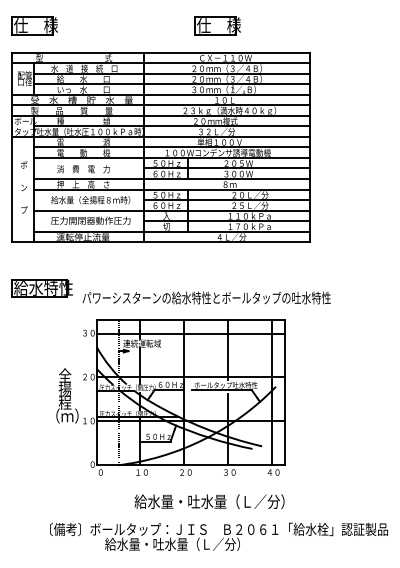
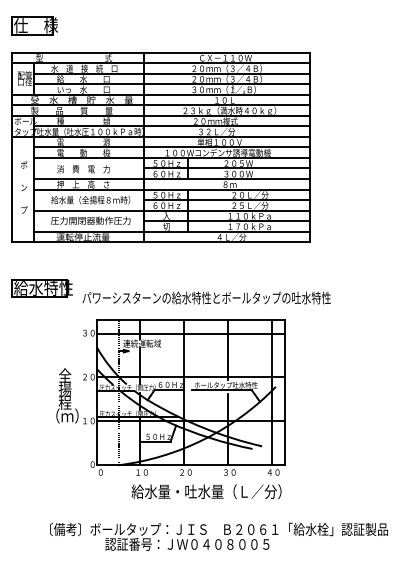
part at (217, 25): present -> none
text at (209, 501) position: (209, 501) -> (206, 491)
text at (187, 543): 給水量・吐水量（Ｌ／分） -> 認証番号：ＪＷ０４０８００５
